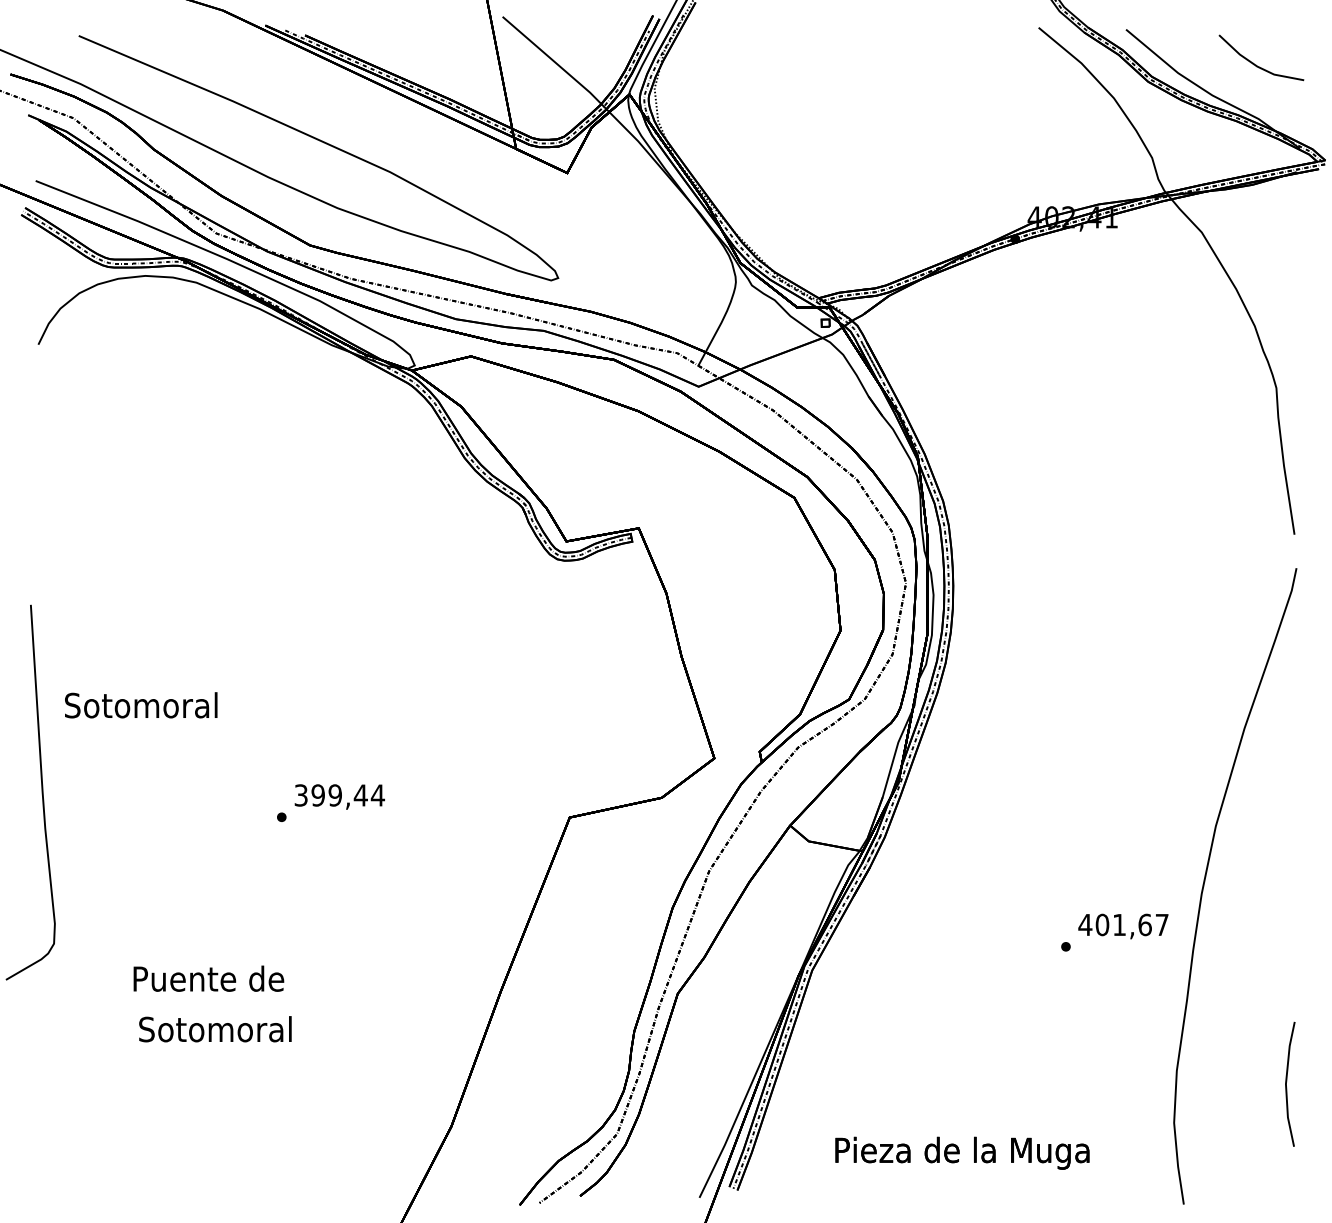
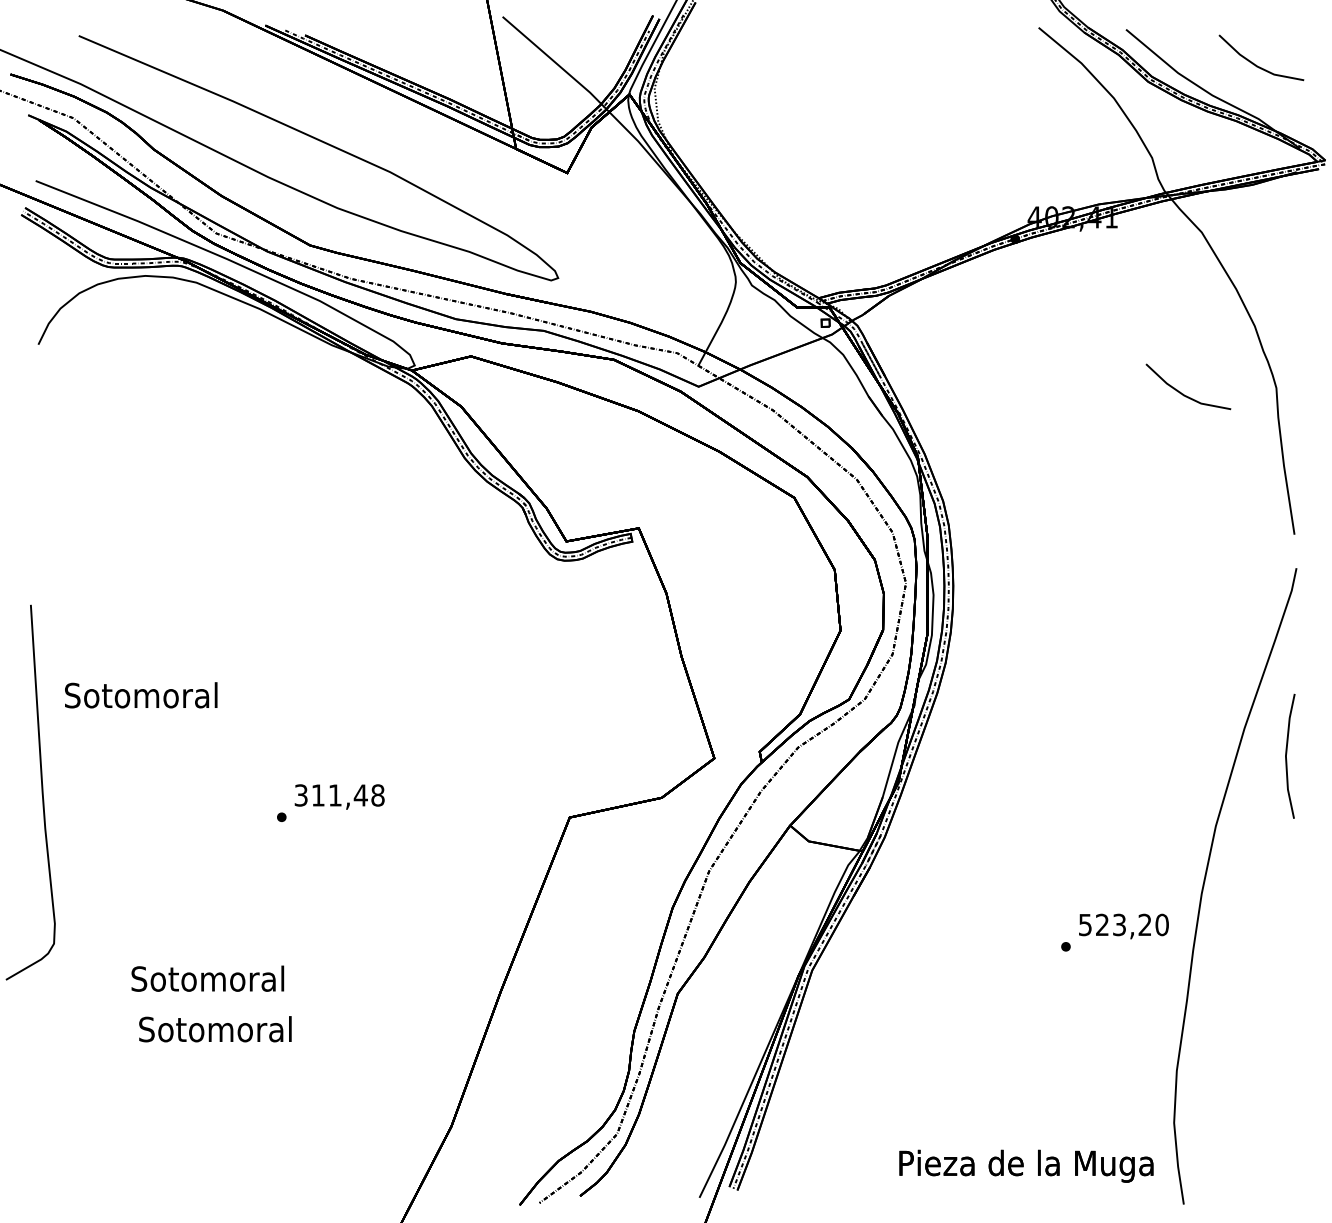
line at (1183, 393): none -> present
text at (141, 705) position: (141, 705) -> (141, 695)
text at (347, 795): 399,44 -> 311,48
text at (1123, 924): 401,67 -> 523,20
text at (207, 978): Puente de -> Sotomoral
line at (1287, 1081) position: (1287, 1081) -> (1287, 753)
text at (962, 1152) position: (962, 1152) -> (1026, 1165)
